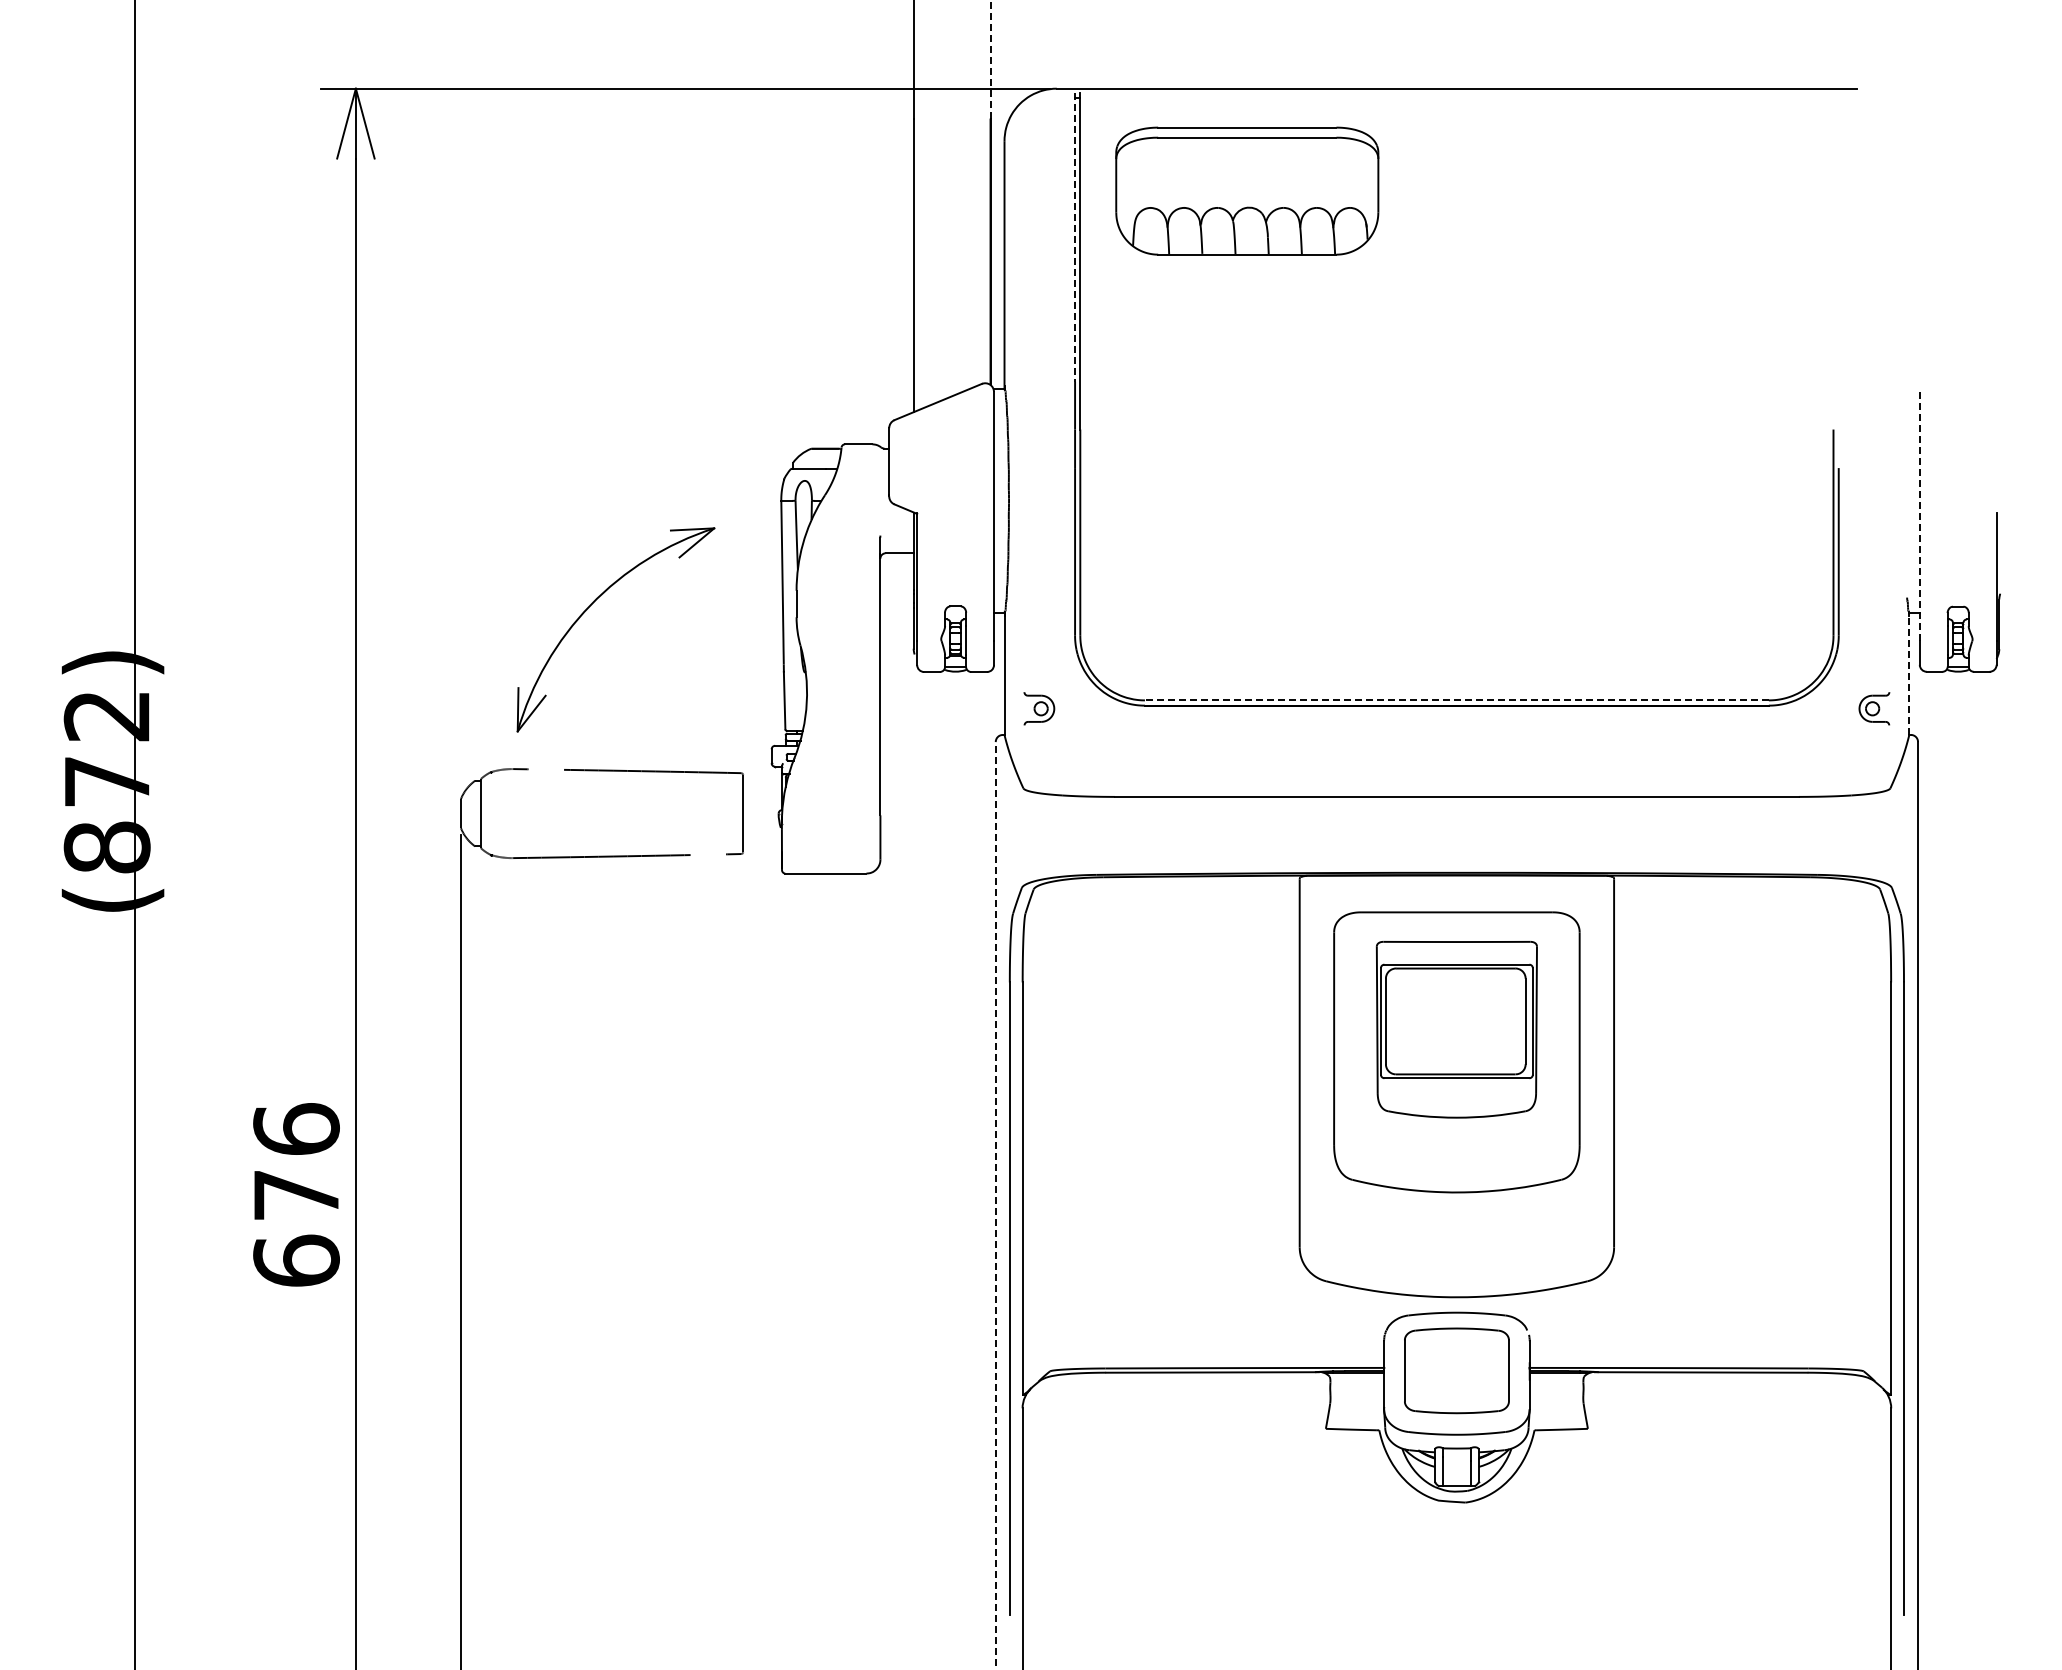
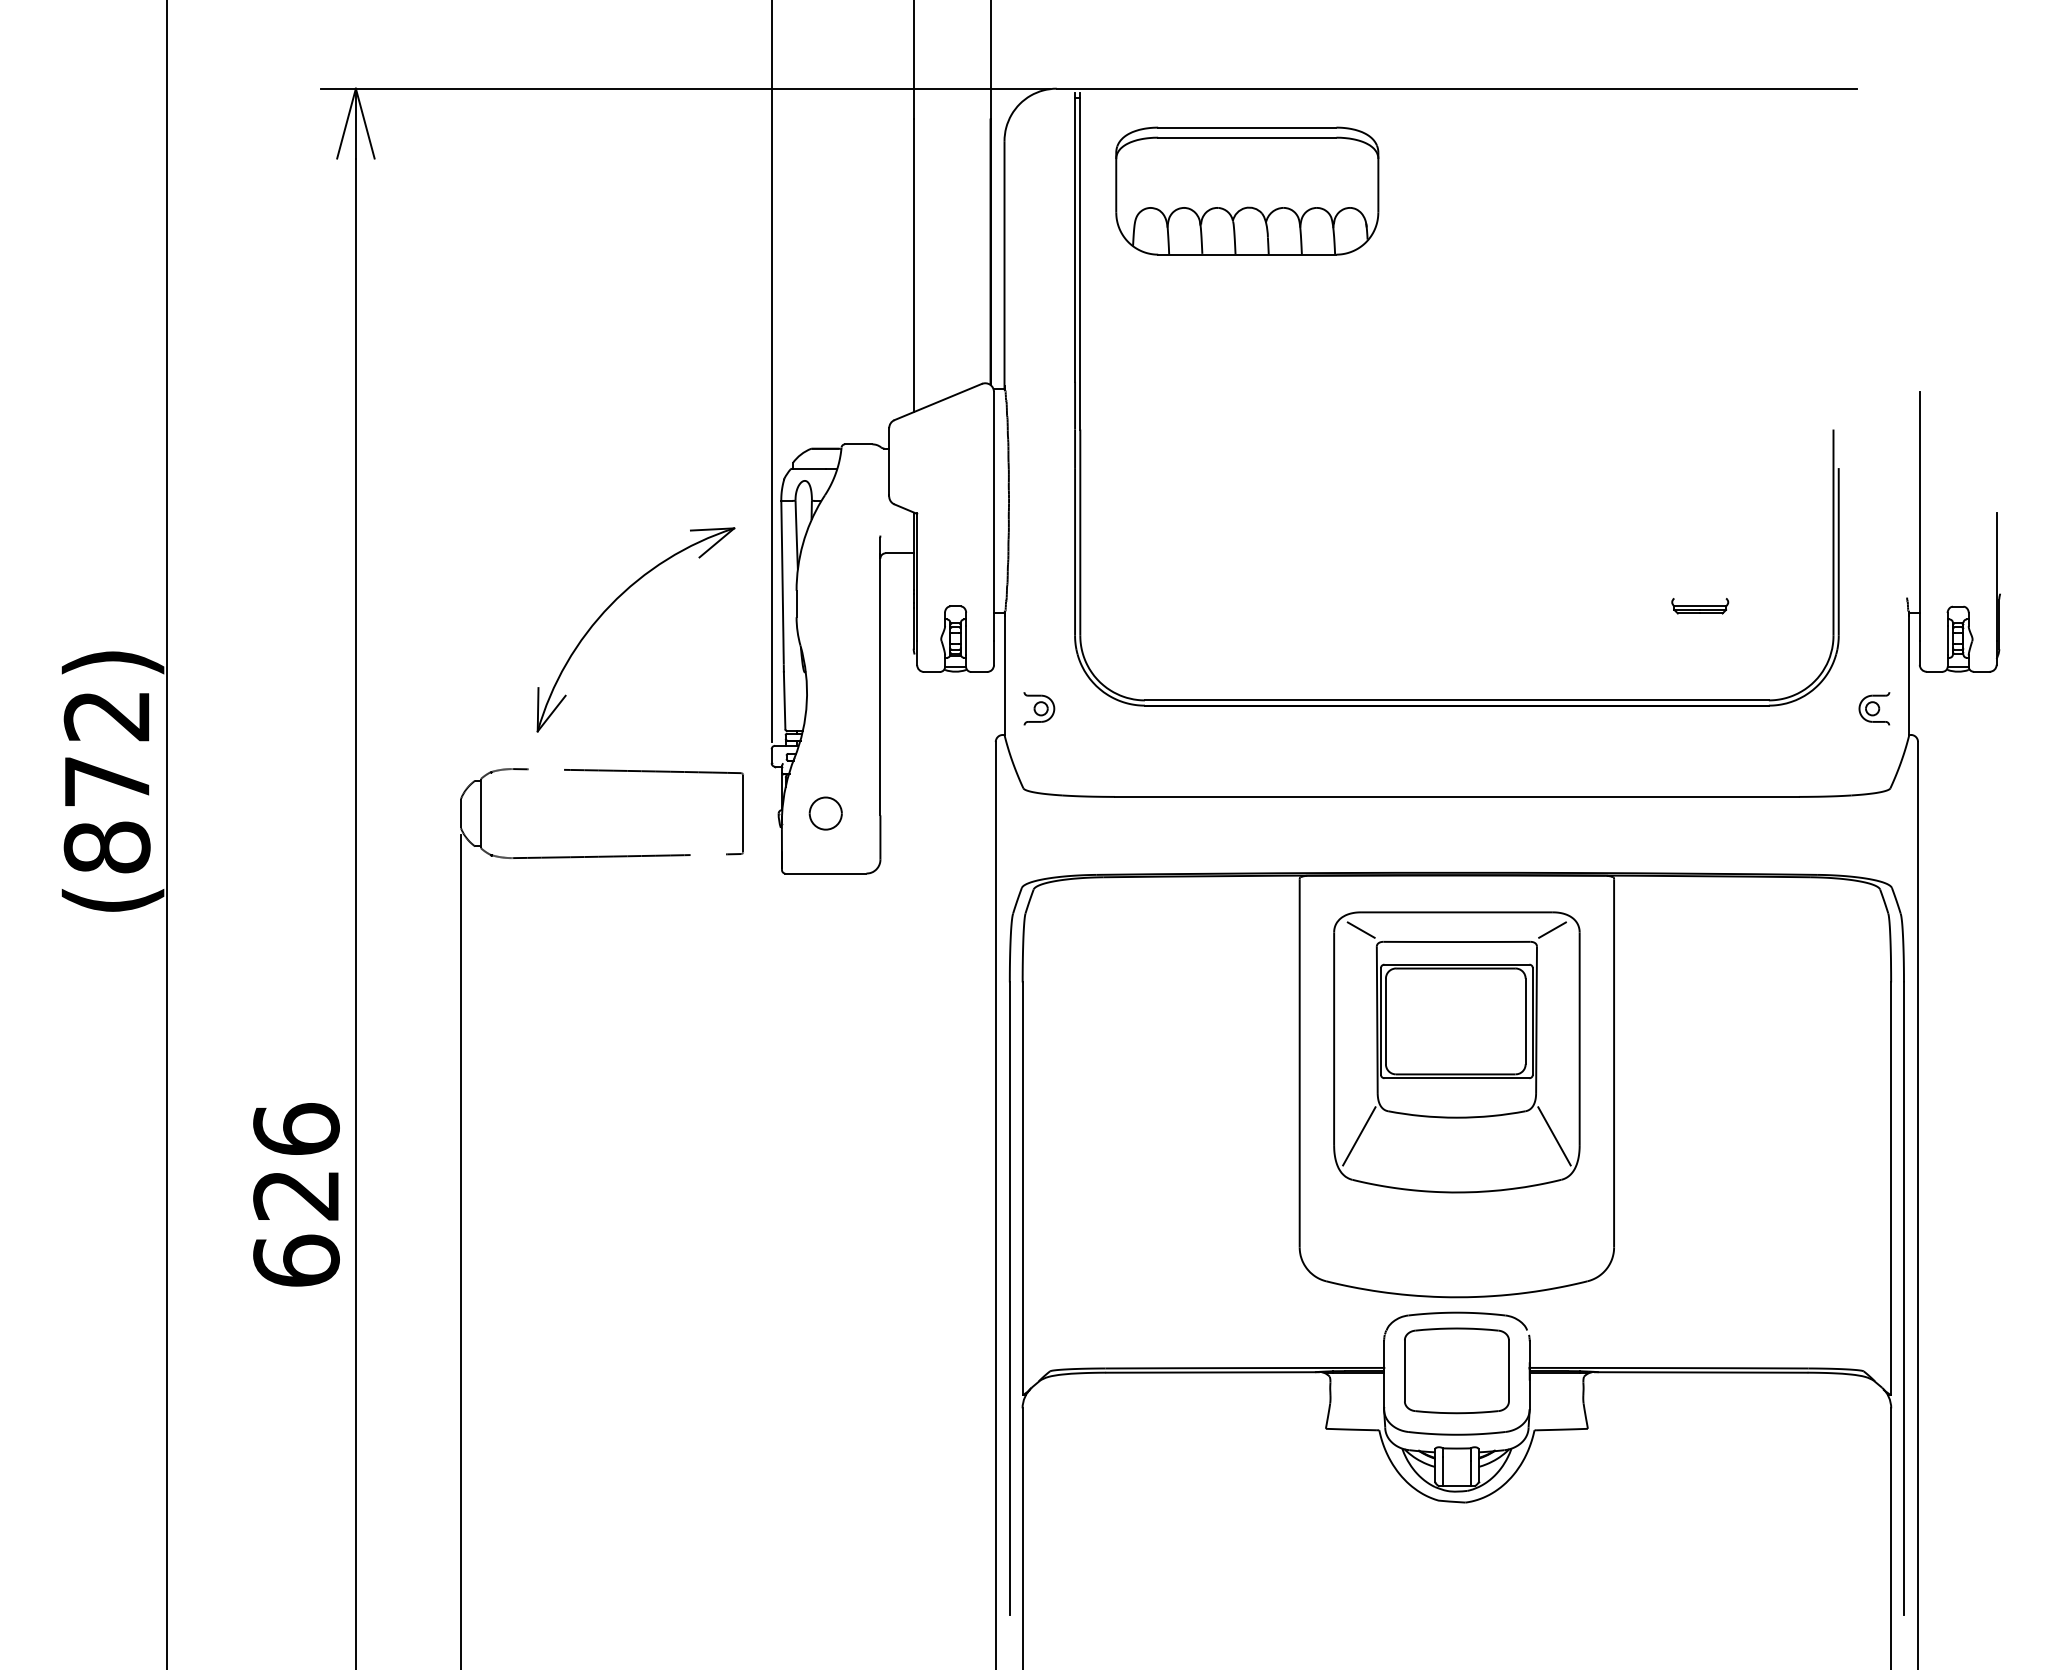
line at (990, 59): dashed -> solid
line at (1075, 238): dashed -> solid
line at (771, 372): none -> present
line at (1919, 517): dashed -> solid
part at (591, 605) position: (591, 605) -> (611, 605)
part at (1700, 606): none -> present
line at (1909, 673): dashed -> solid
line at (1456, 700): dashed -> solid
part at (825, 813): none -> present
line at (134, 834) position: (134, 834) -> (166, 834)
line at (1360, 929): none -> present
line at (1552, 929): none -> present
line at (1359, 1136): none -> present
line at (1554, 1136): none -> present
text at (295, 1195): 676 -> 626
line at (995, 1205): dashed -> solid
